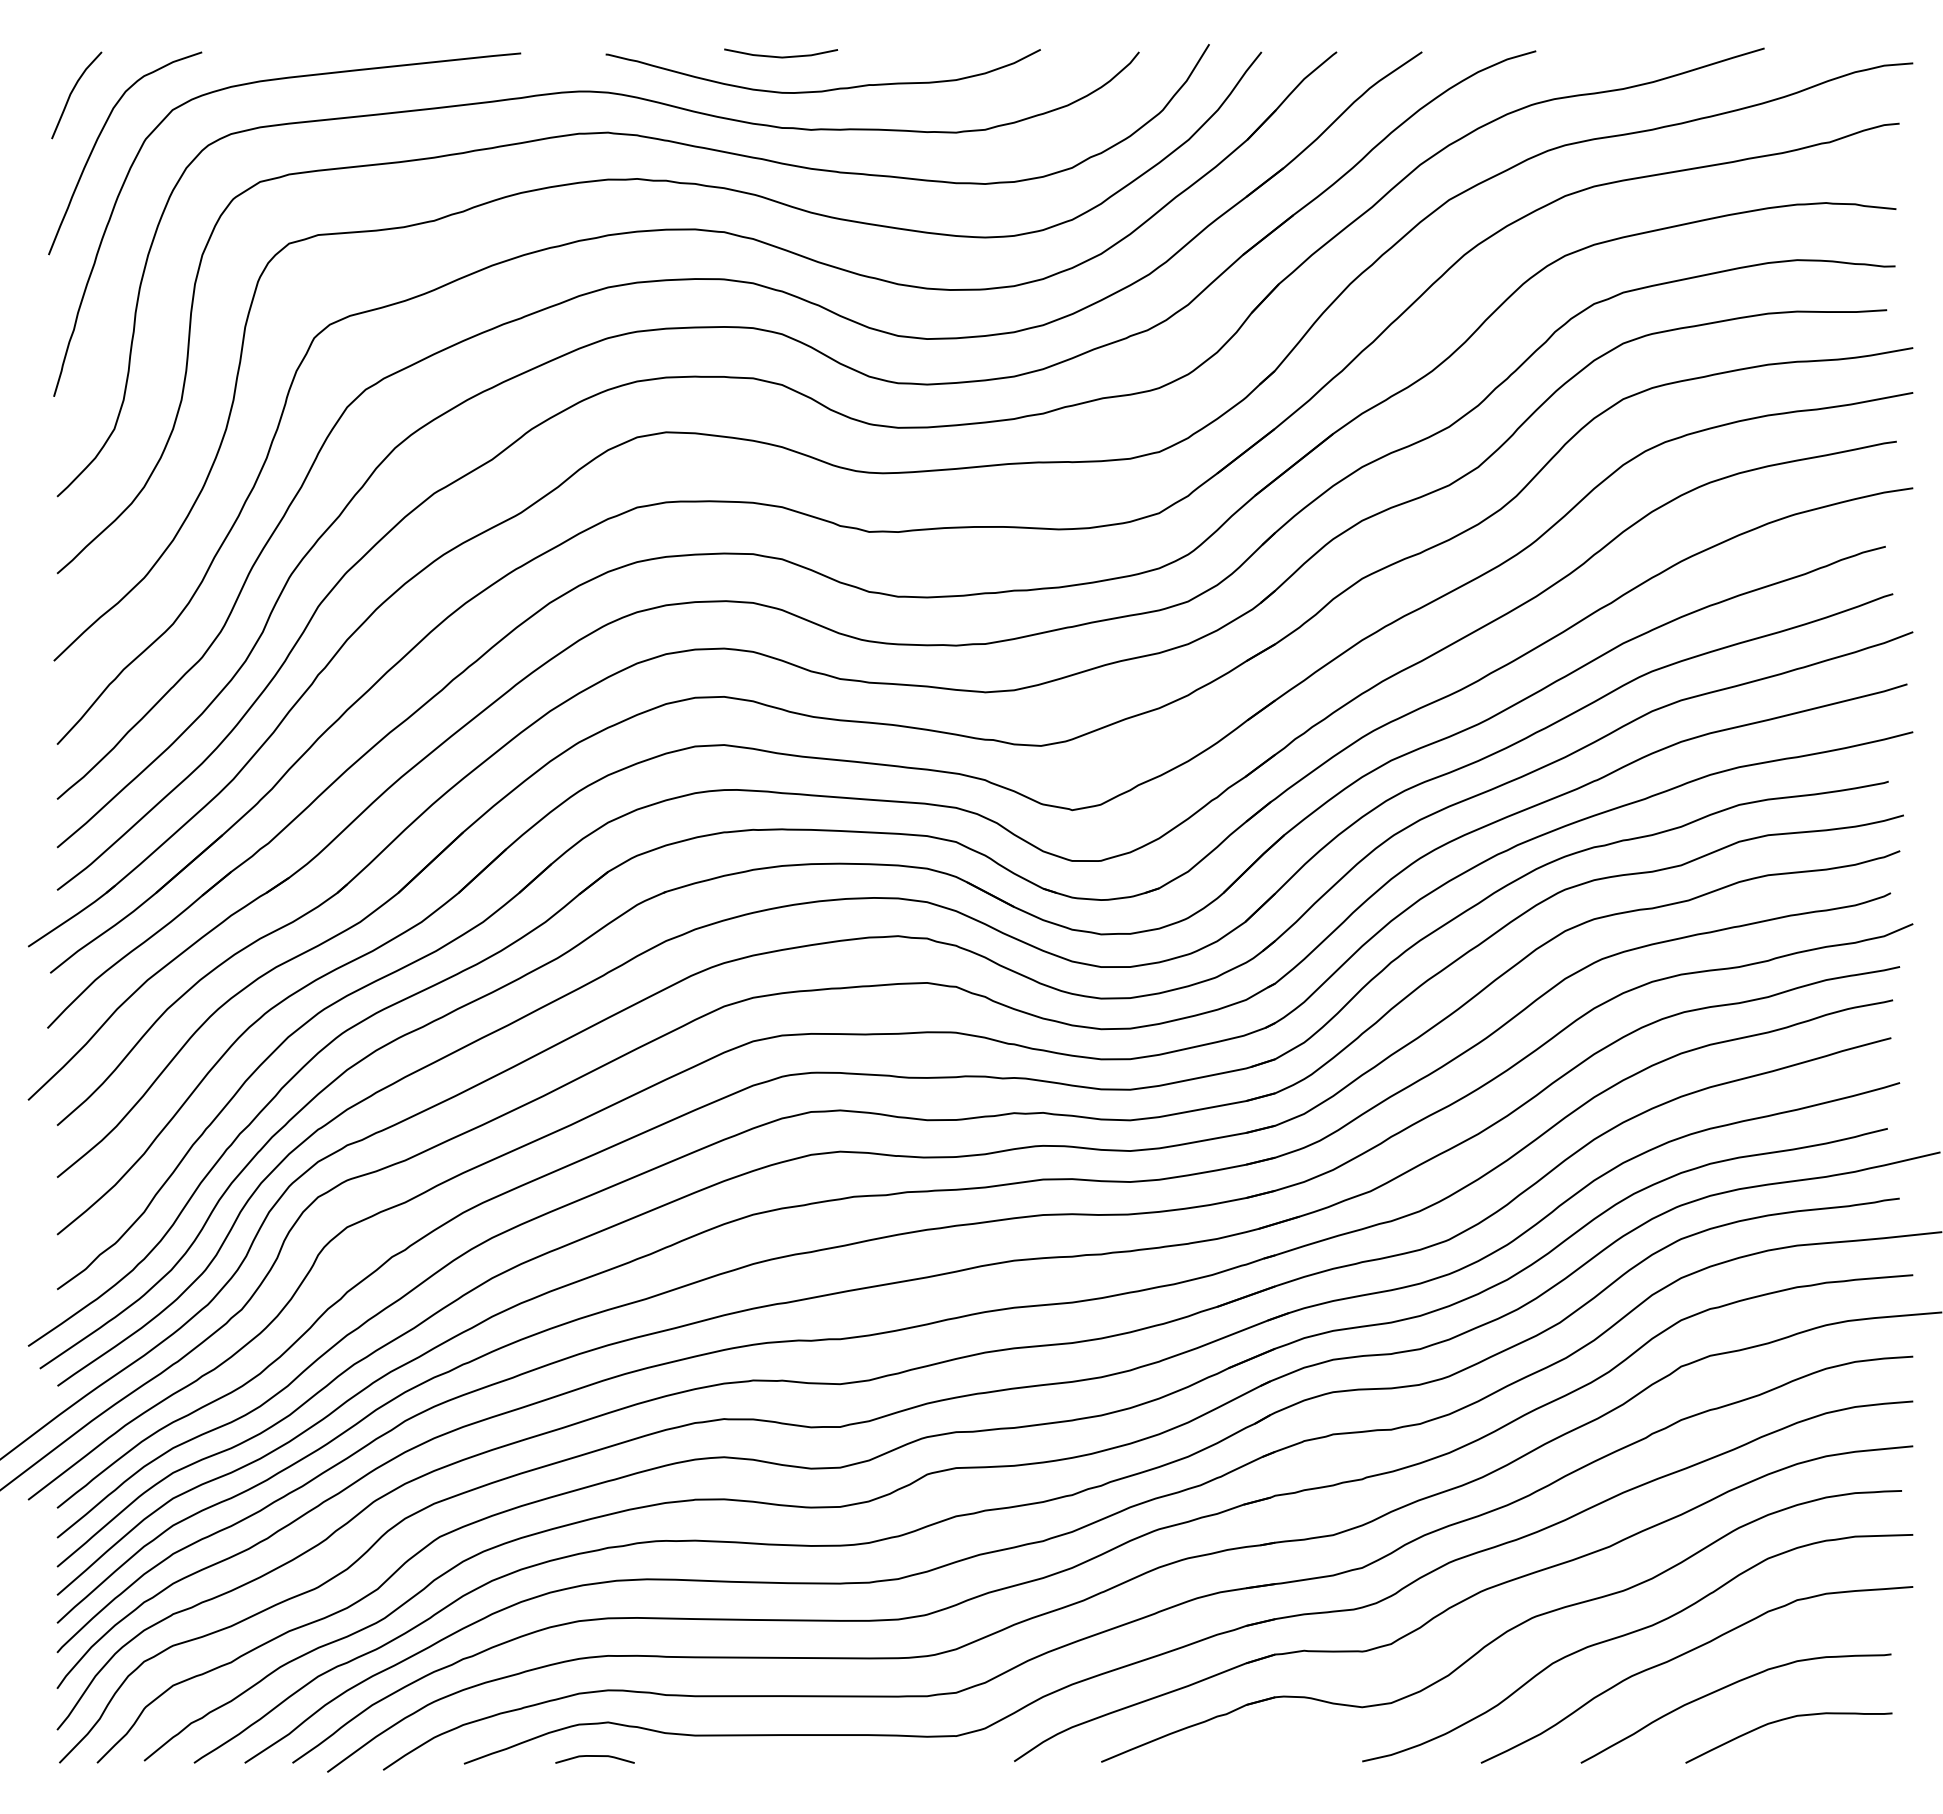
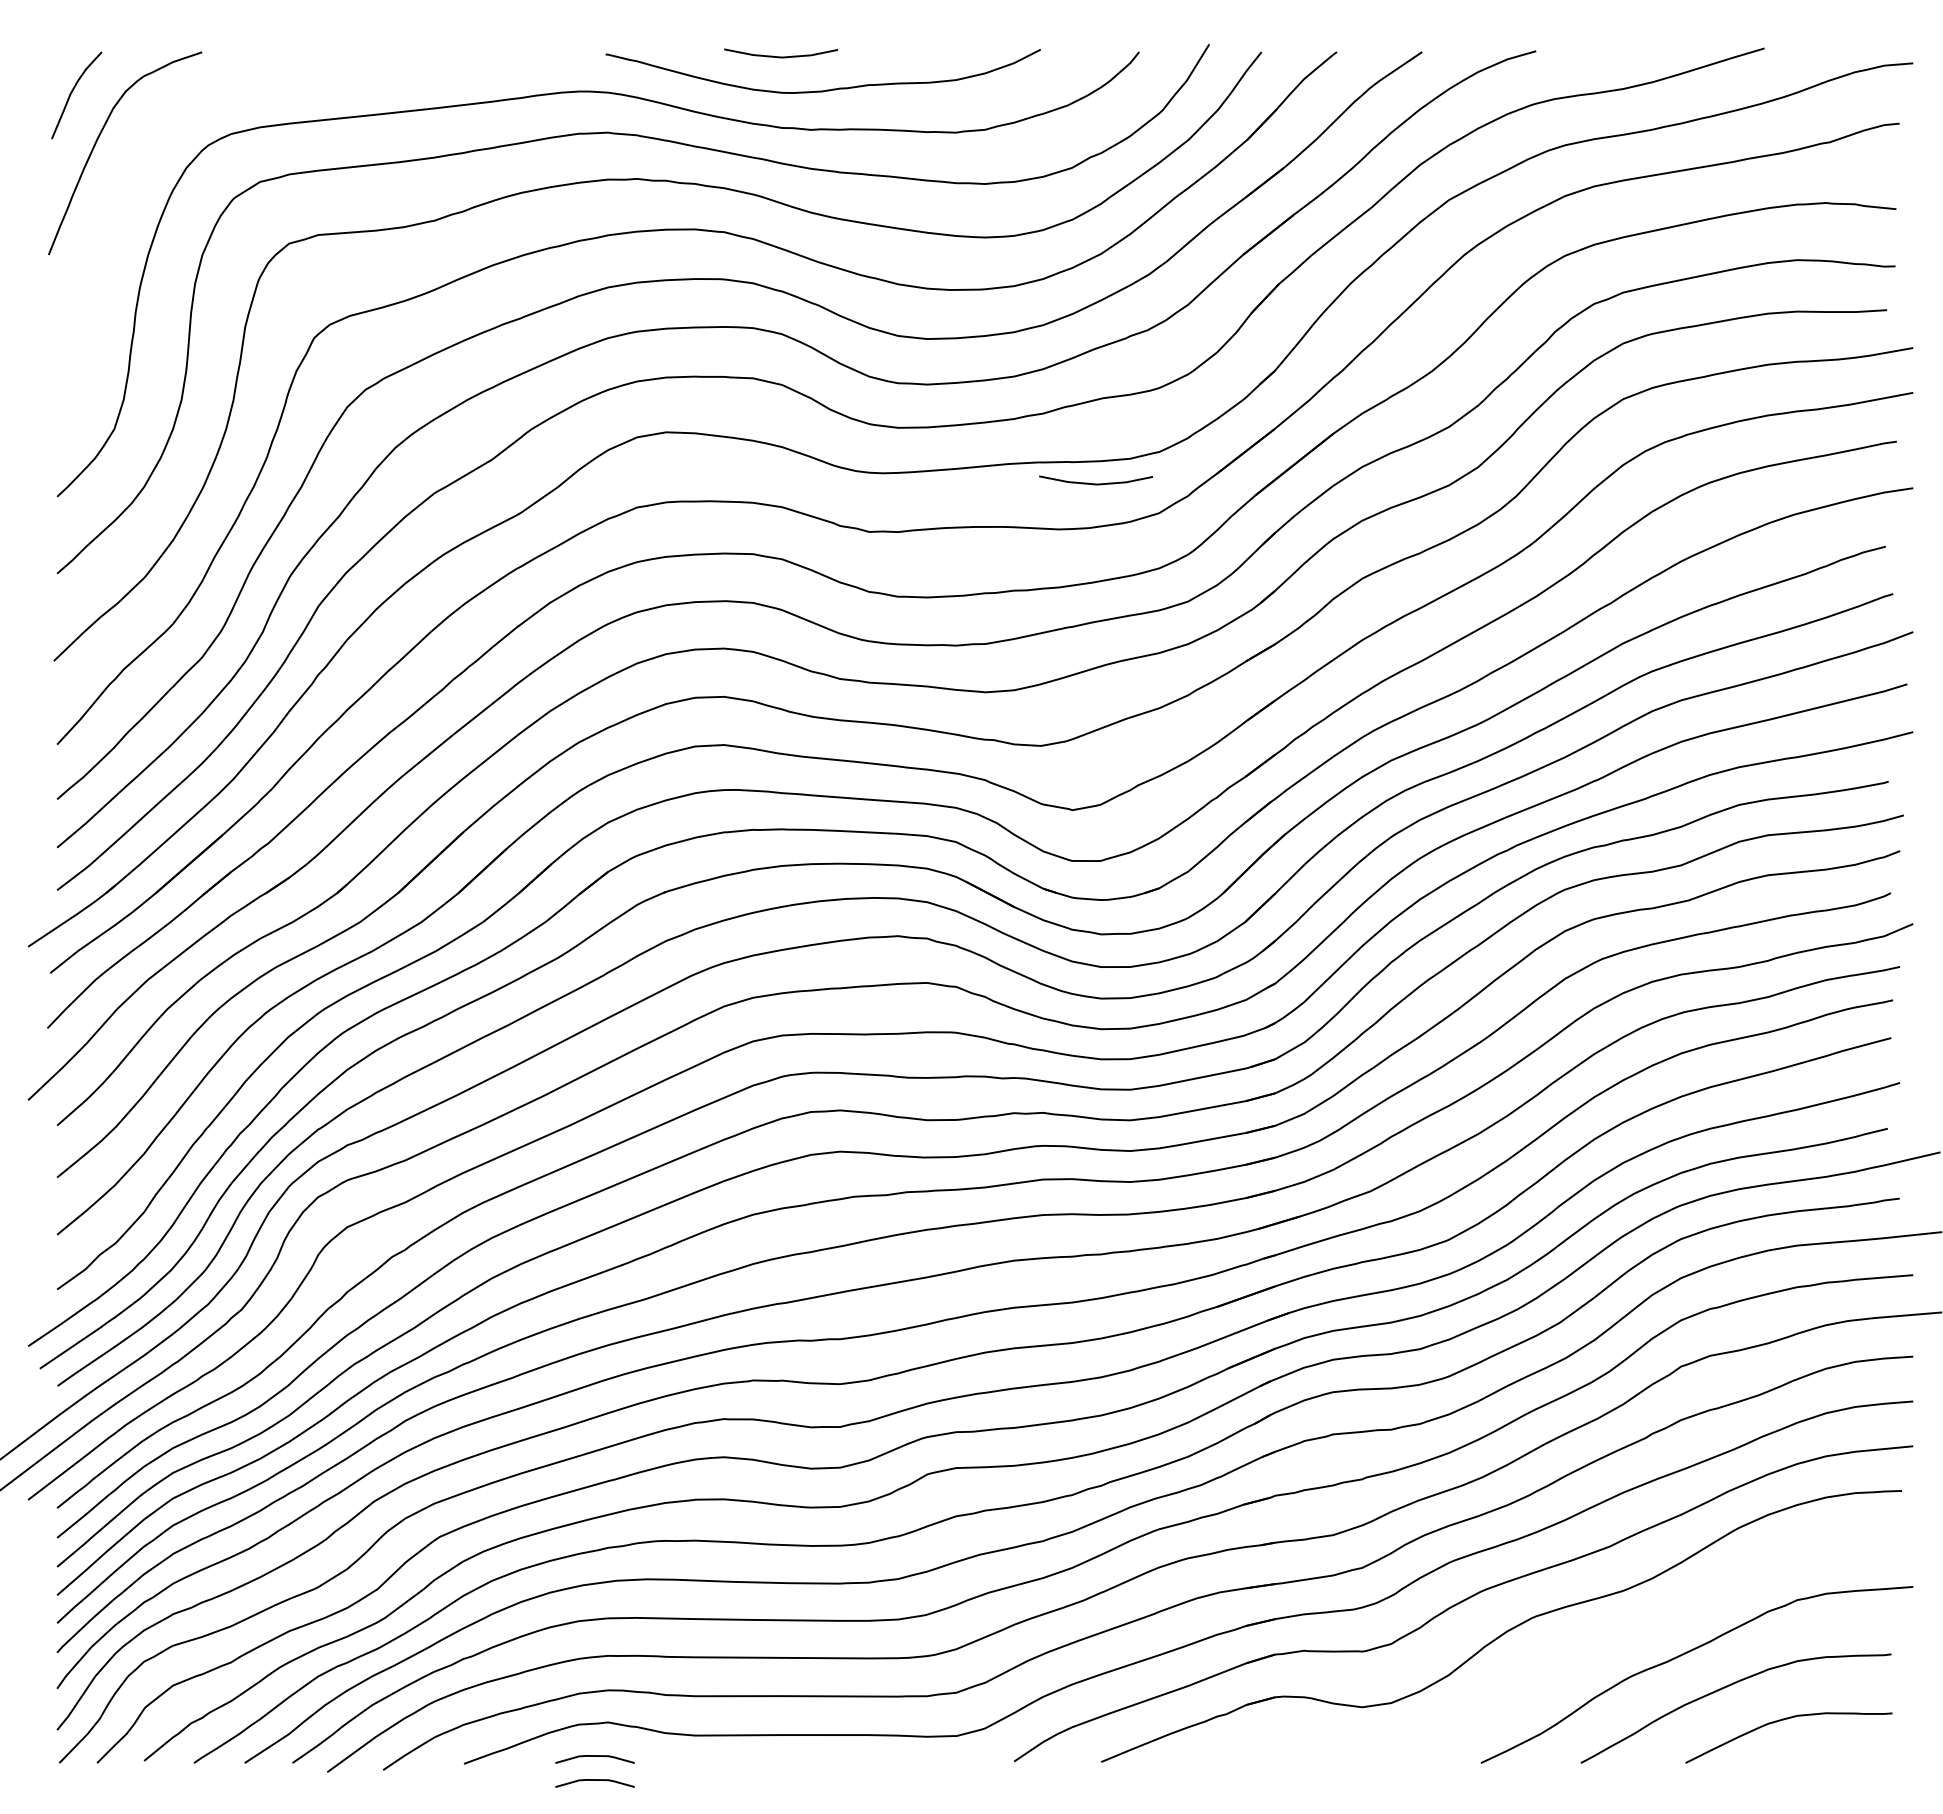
curve at (269, 81): present -> none
line at (1096, 483): none -> present
curve at (1633, 1633): present -> none
curve at (594, 1780): none -> present
